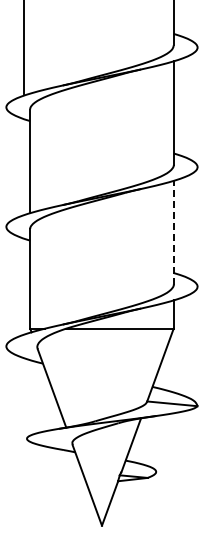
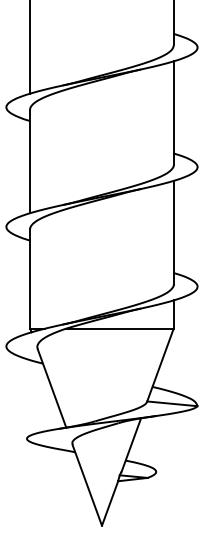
line at (24, 47) position: (24, 47) -> (30, 47)
line at (173, 232): dashed -> solid
